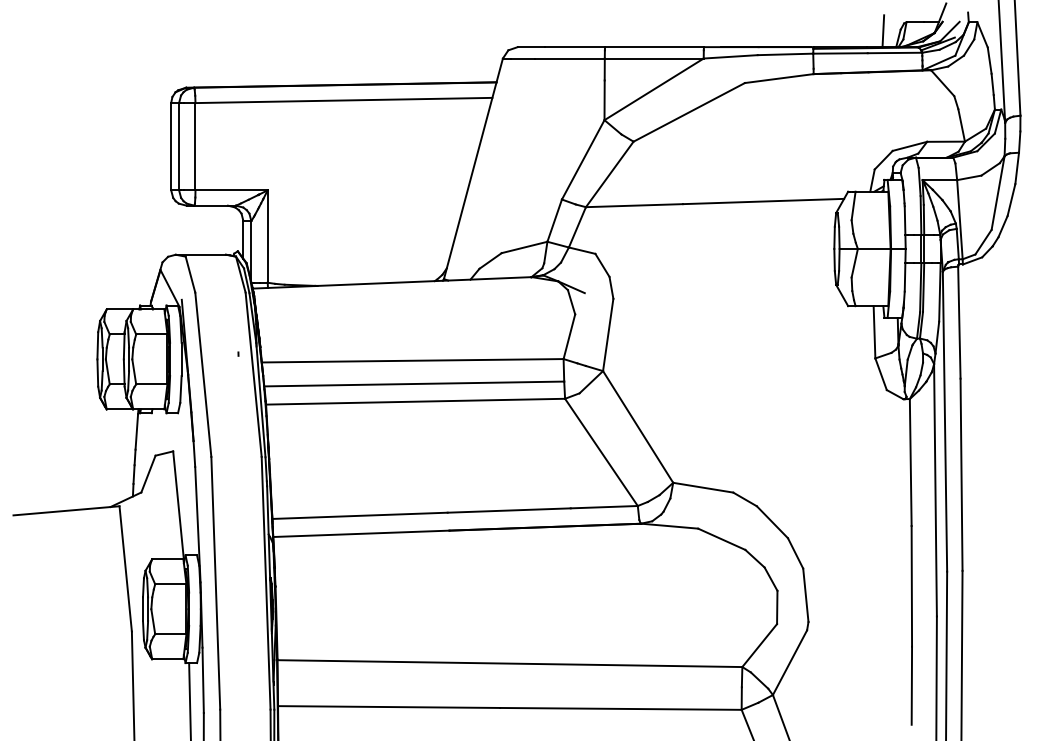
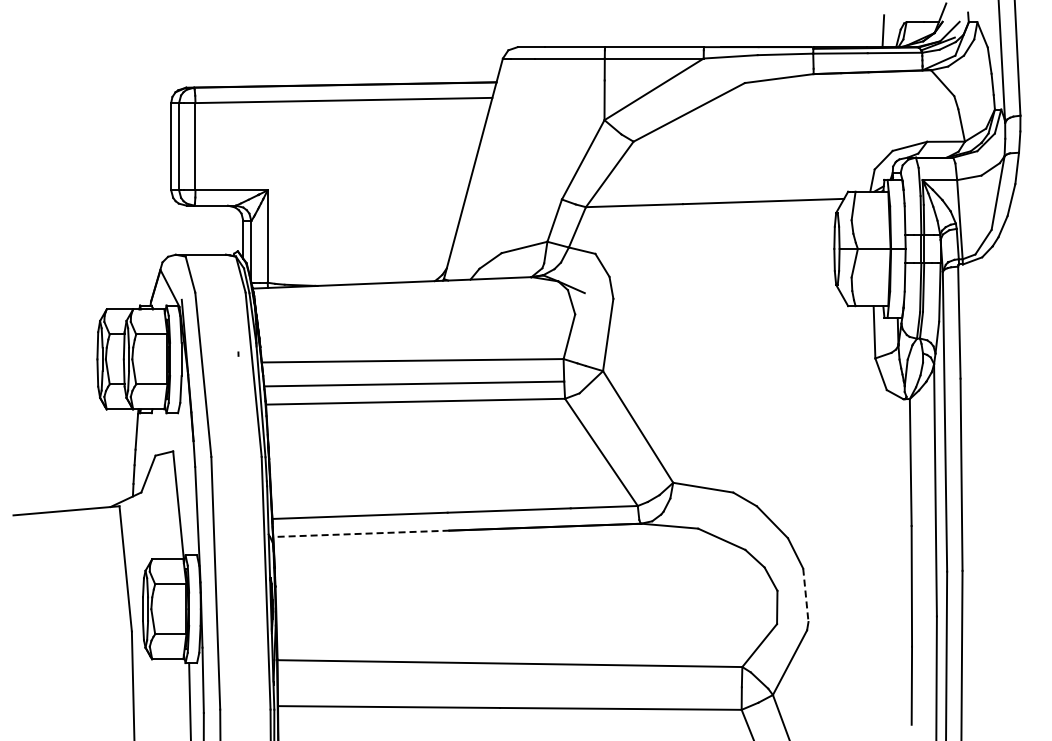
line at (360, 533): solid -> dashed
line at (805, 595): solid -> dashed
